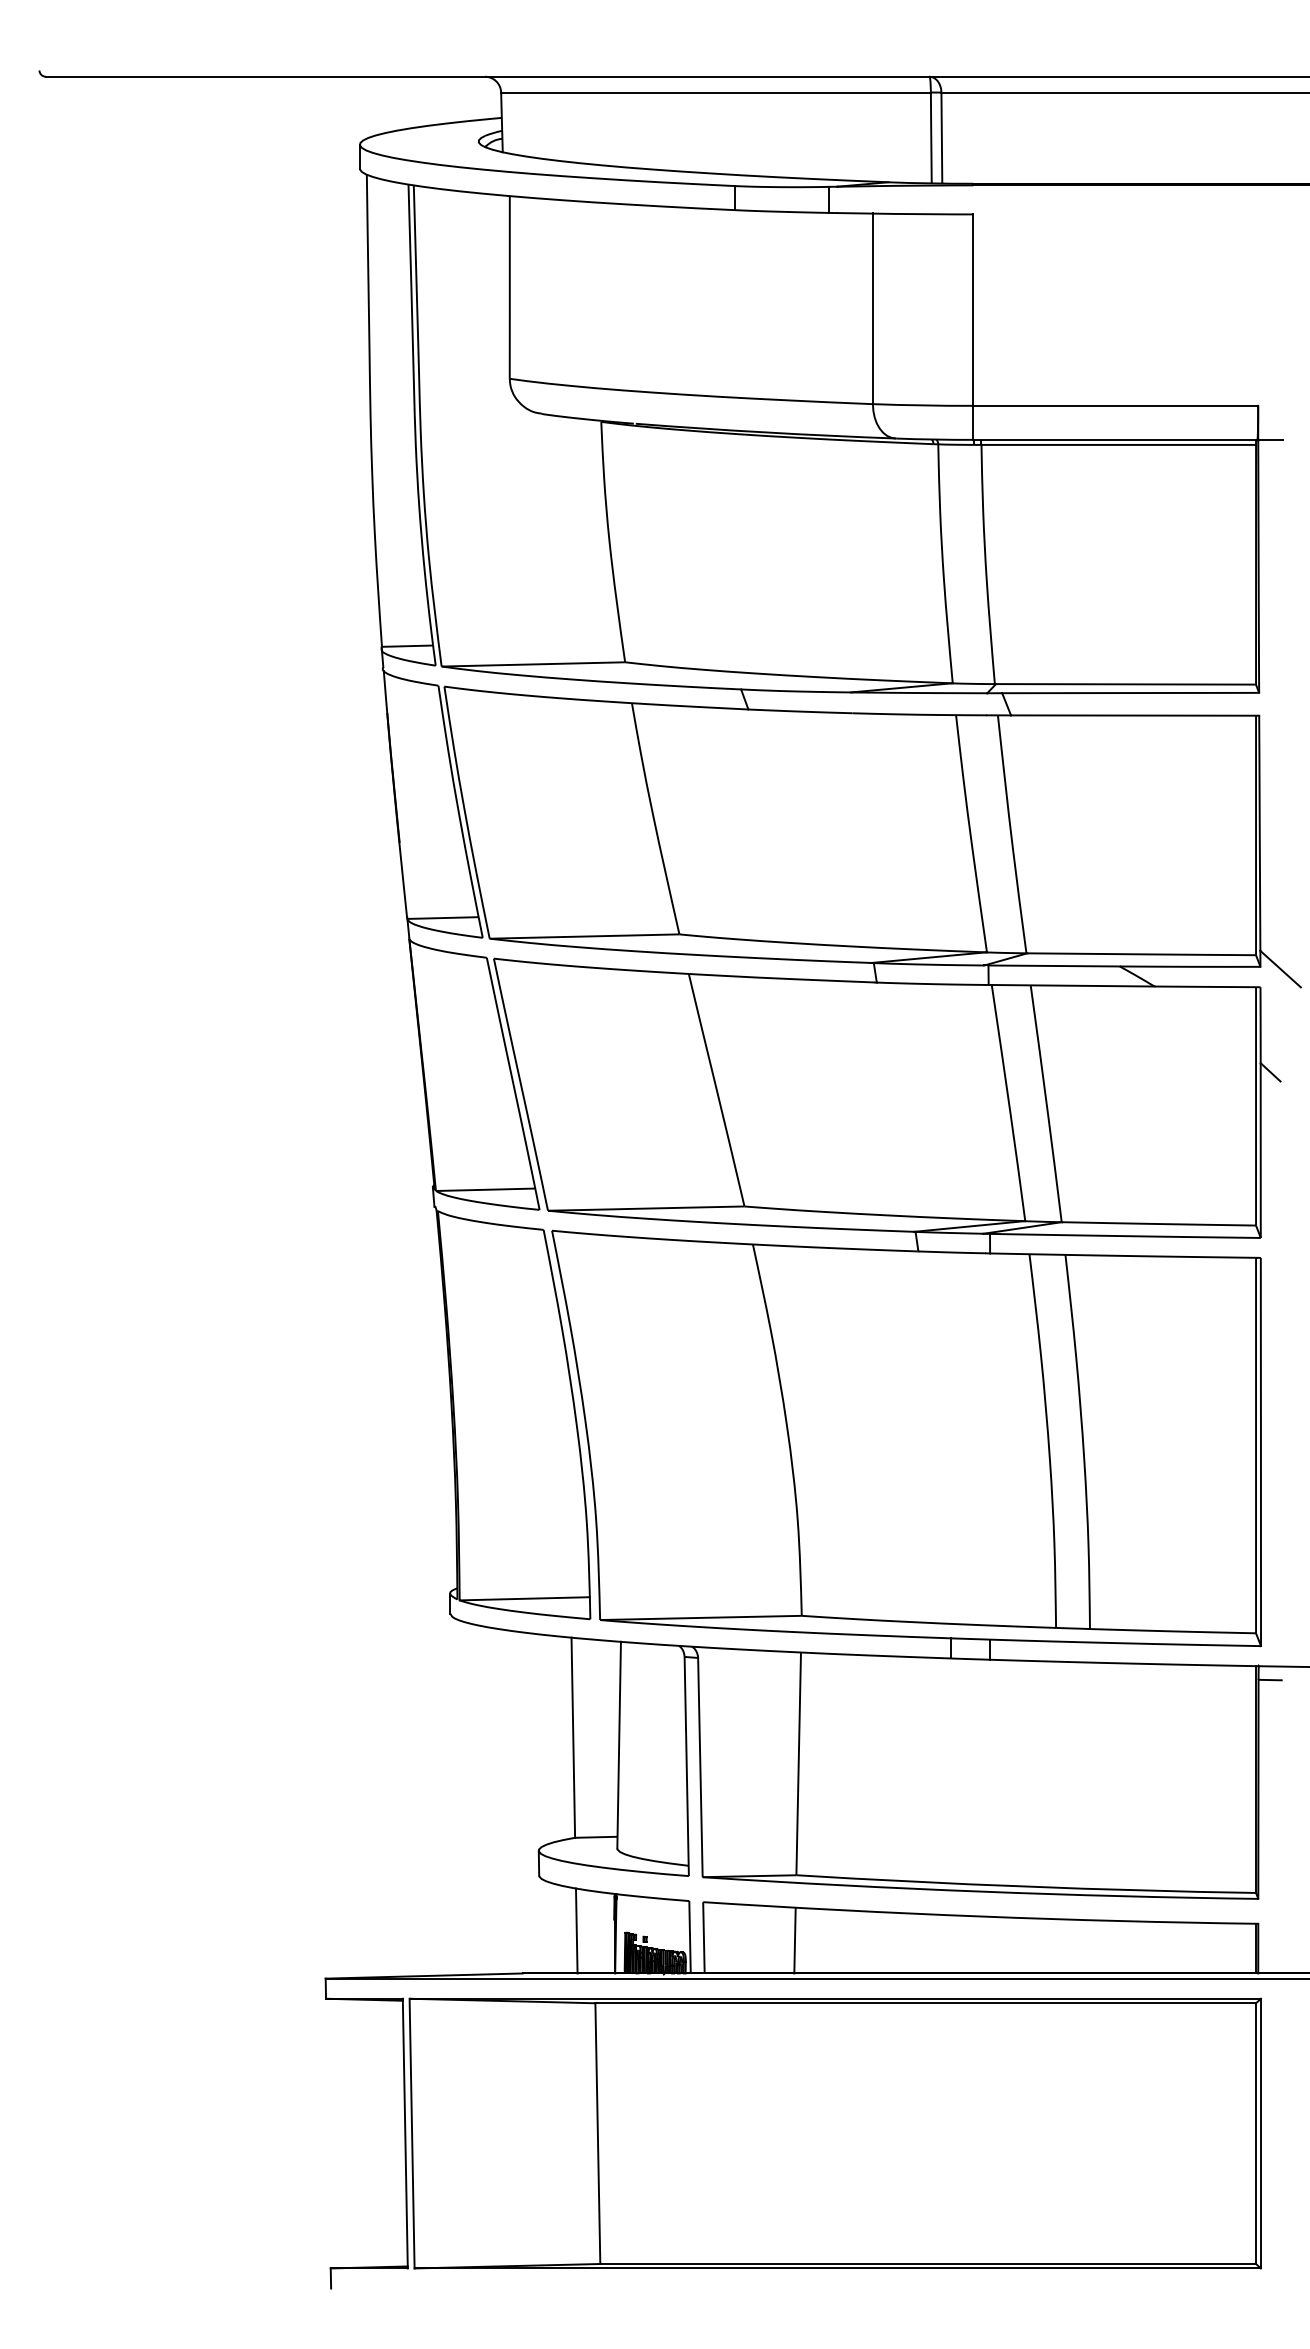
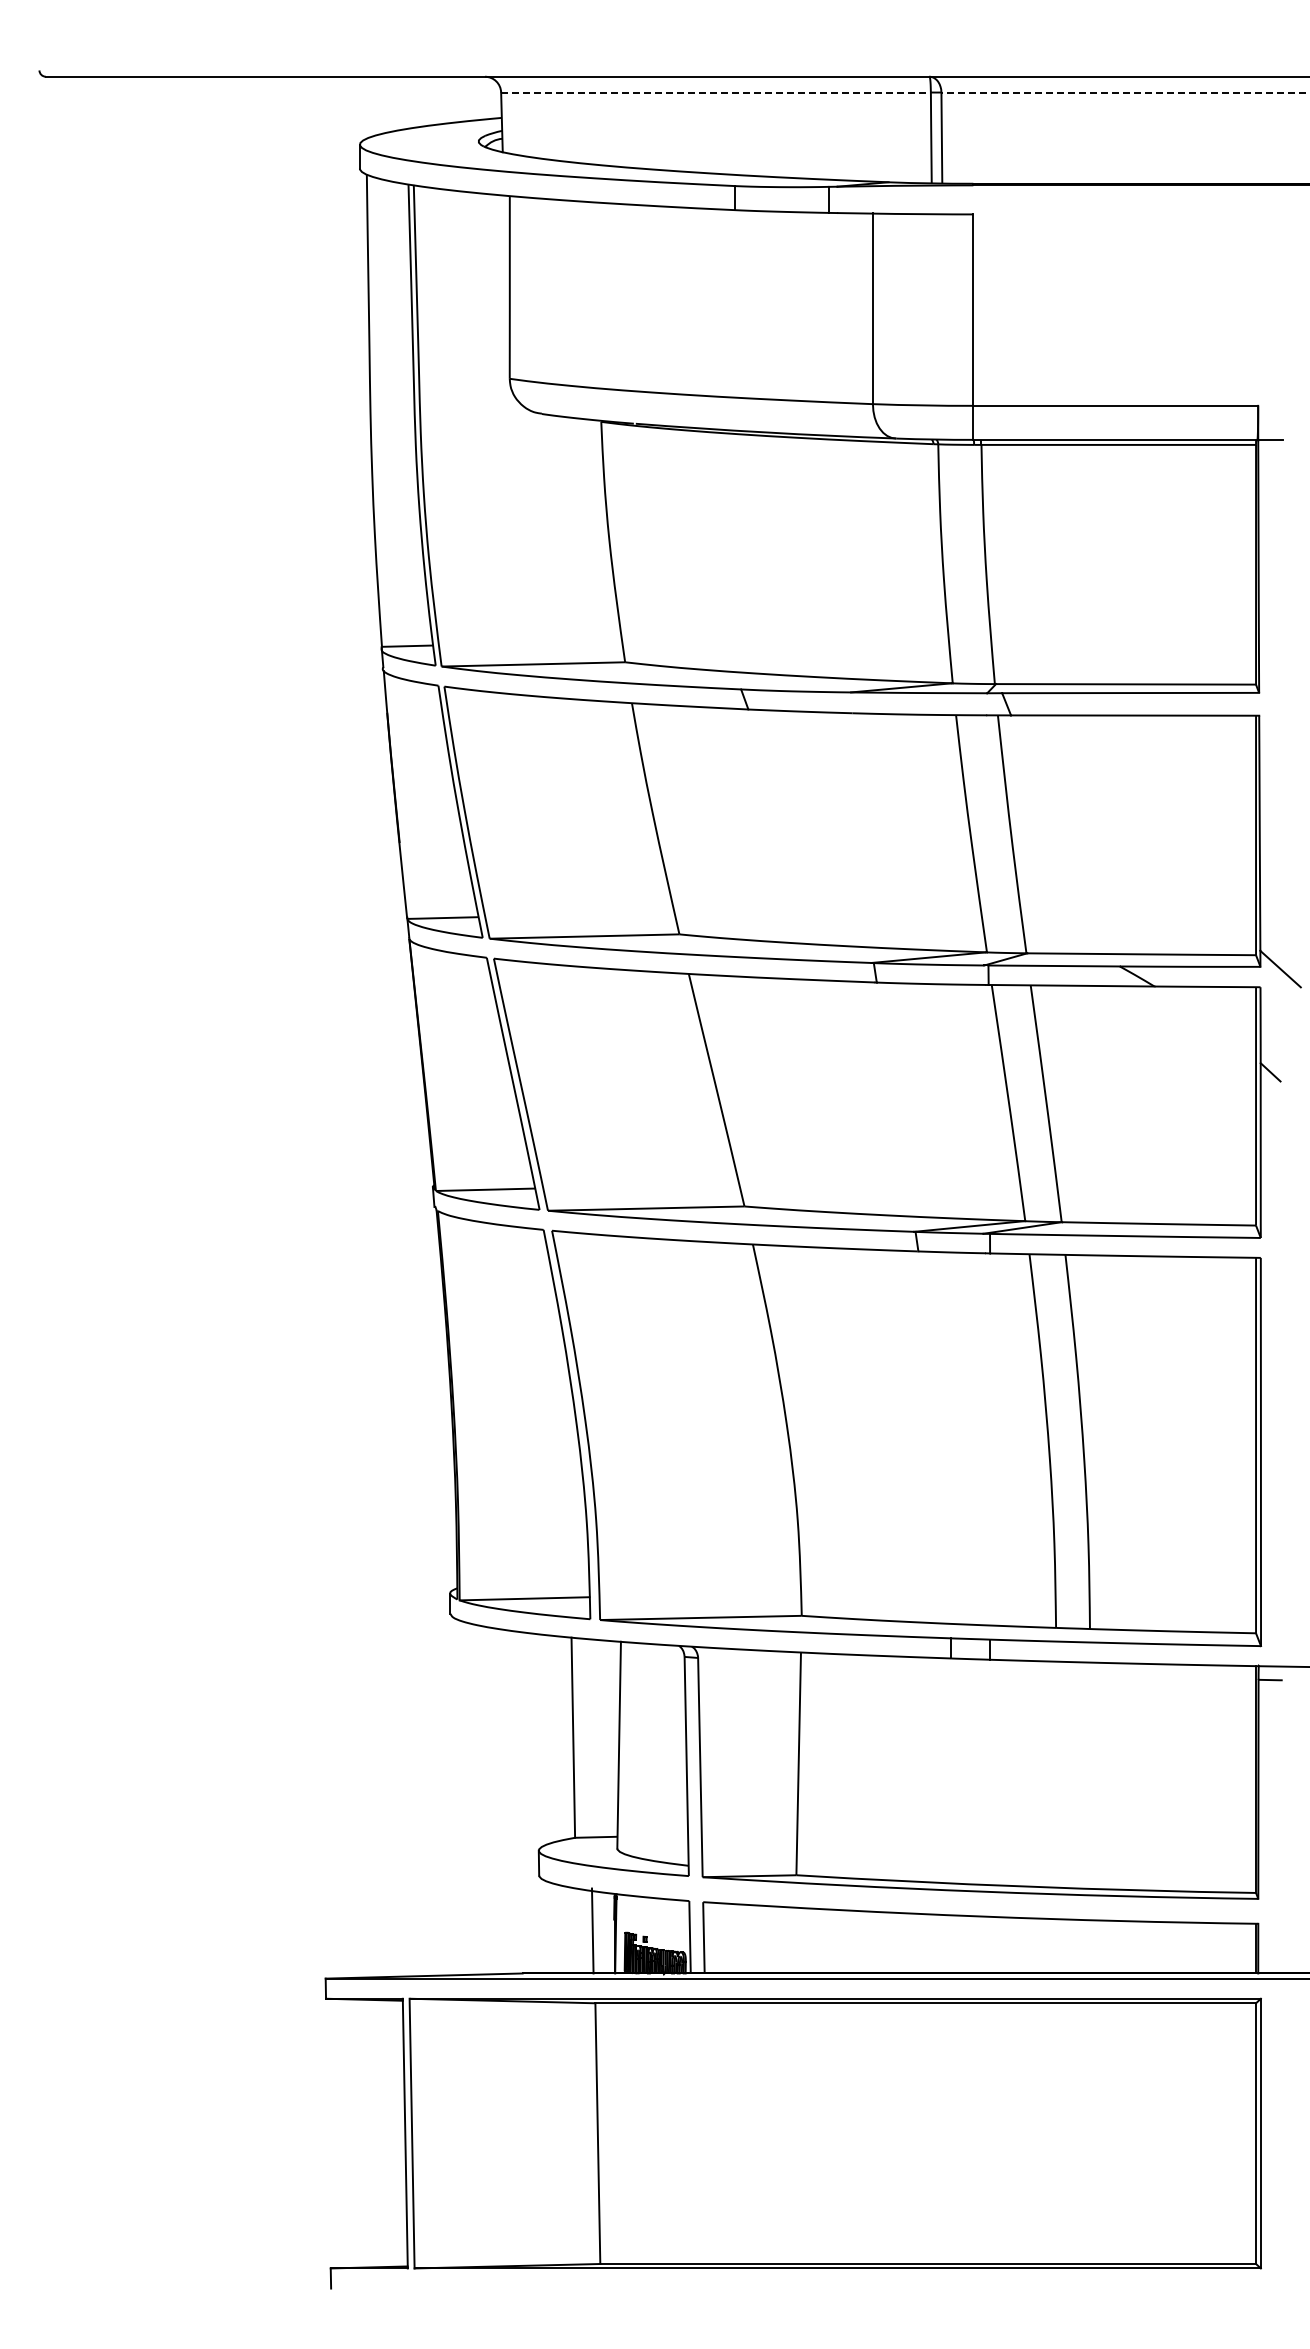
line at (716, 92): solid -> dashed
line at (1125, 92): solid -> dashed
line at (576, 1930) position: (576, 1930) -> (592, 1930)
line at (794, 1940): present -> none
